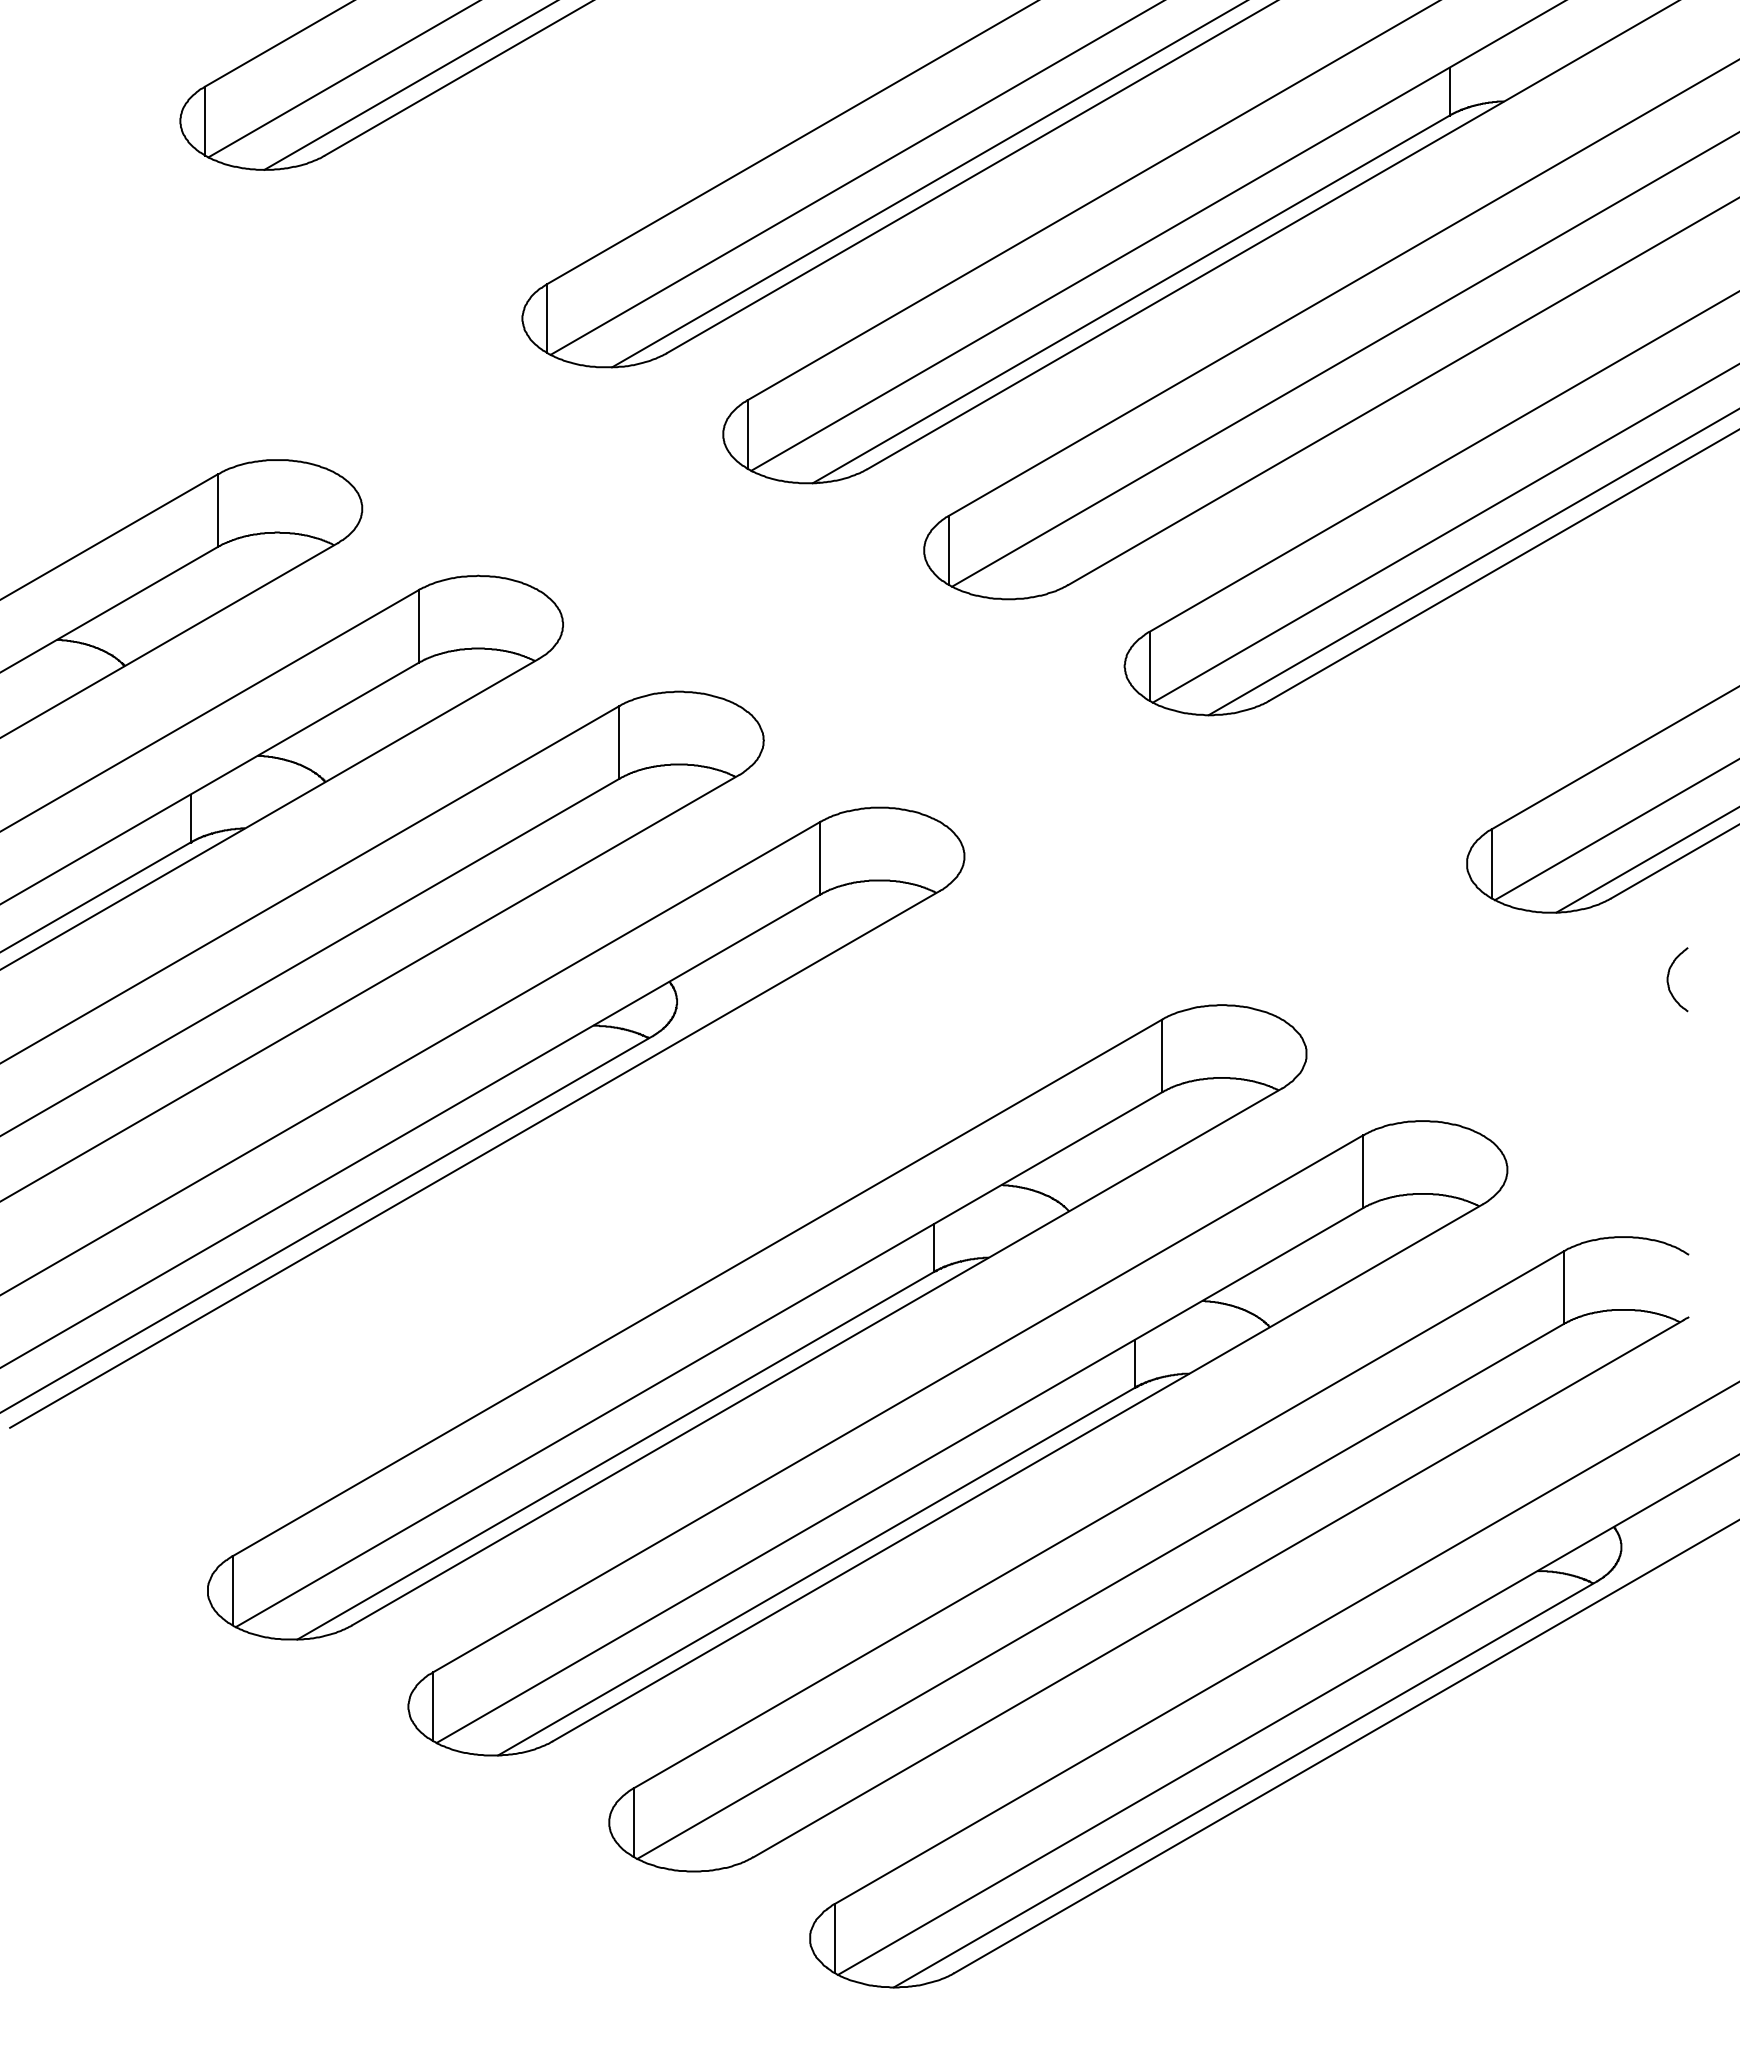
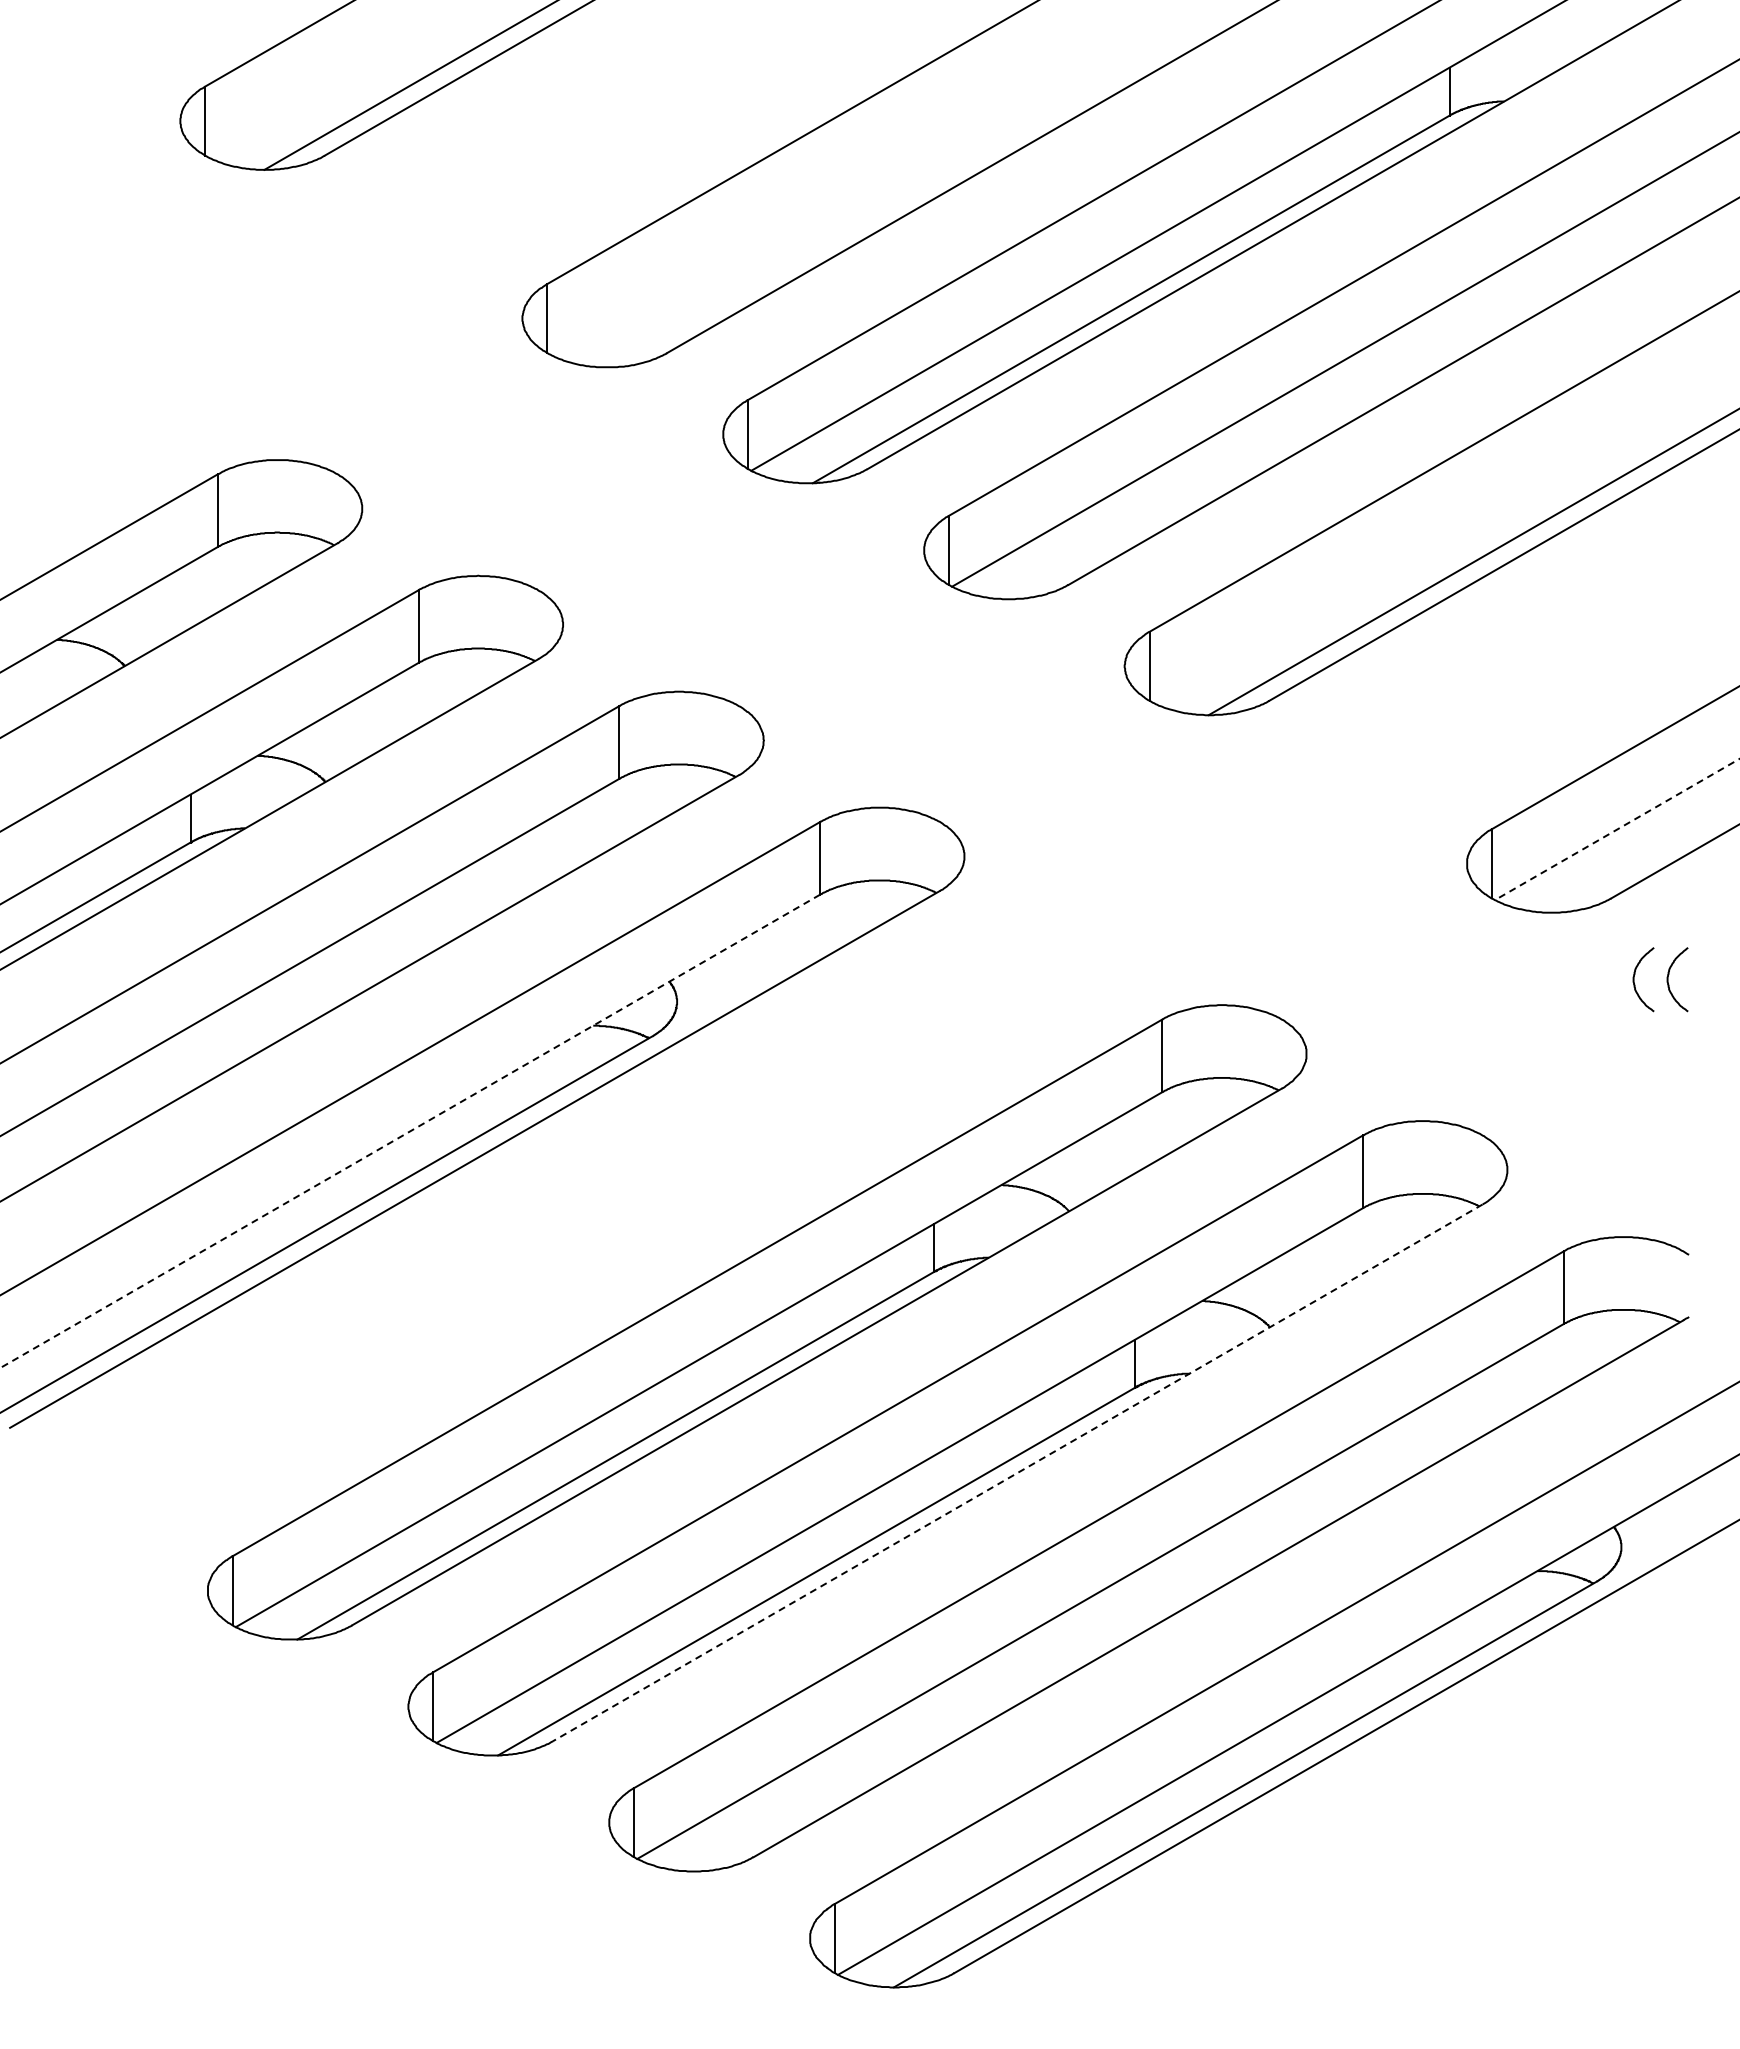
line at (342, 79): present -> none
line at (855, 178): present -> none
line at (928, 184): present -> none
line at (1444, 533): present -> none
line at (1617, 829): solid -> dashed
line at (1646, 860): present -> none
curve at (1634, 979): none -> present
line at (409, 1131): solid -> dashed
line at (1017, 1472): solid -> dashed
